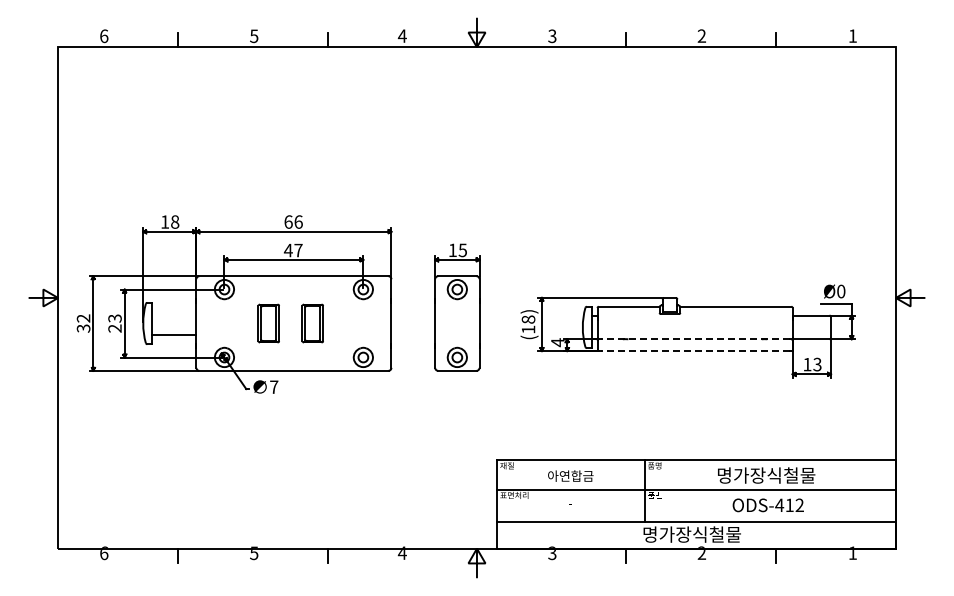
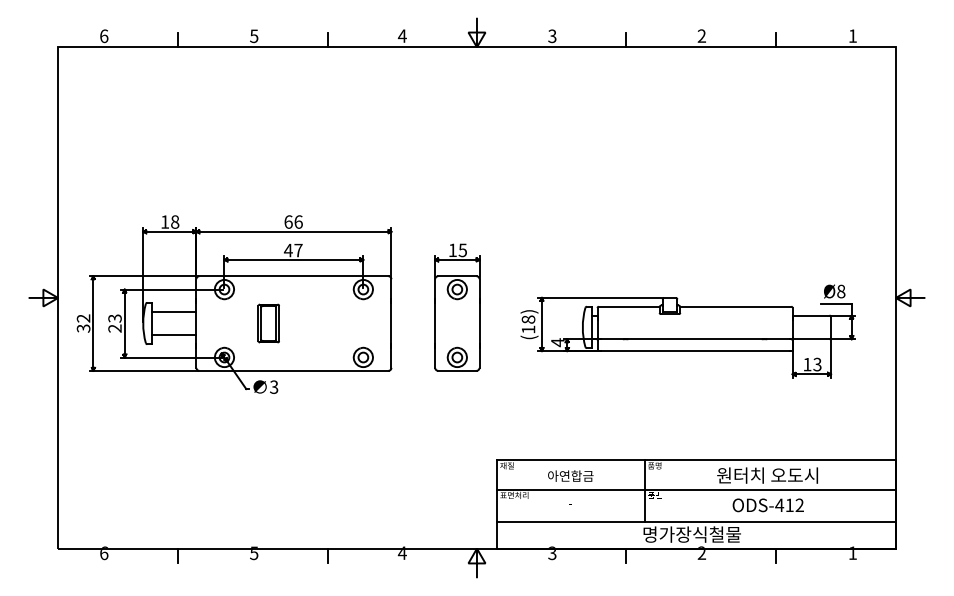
text at (841, 291): Ø0 -> Ø8
line at (174, 311): none -> present
part at (312, 323): present -> none
line at (695, 339): dashed -> solid
line at (695, 351): dashed -> solid
text at (274, 386): 7 -> 3
text at (767, 475): 명가장식철물 -> 원터치 오도시
